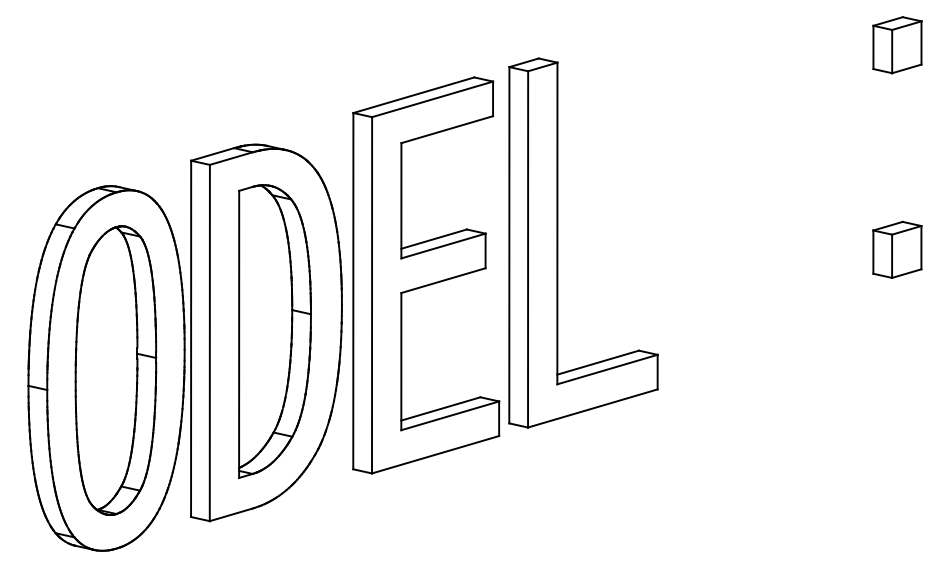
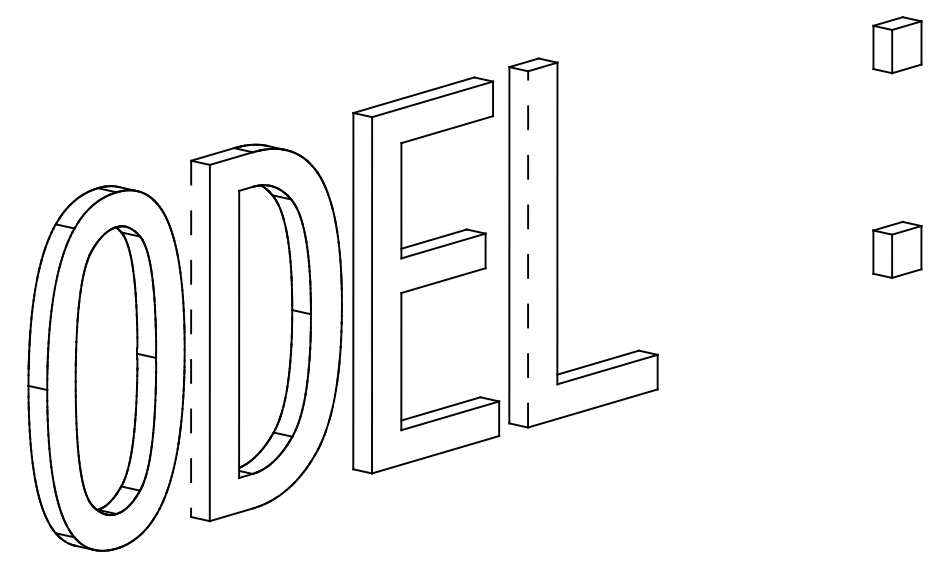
line at (528, 248): solid -> dashed
line at (191, 339): solid -> dashed
